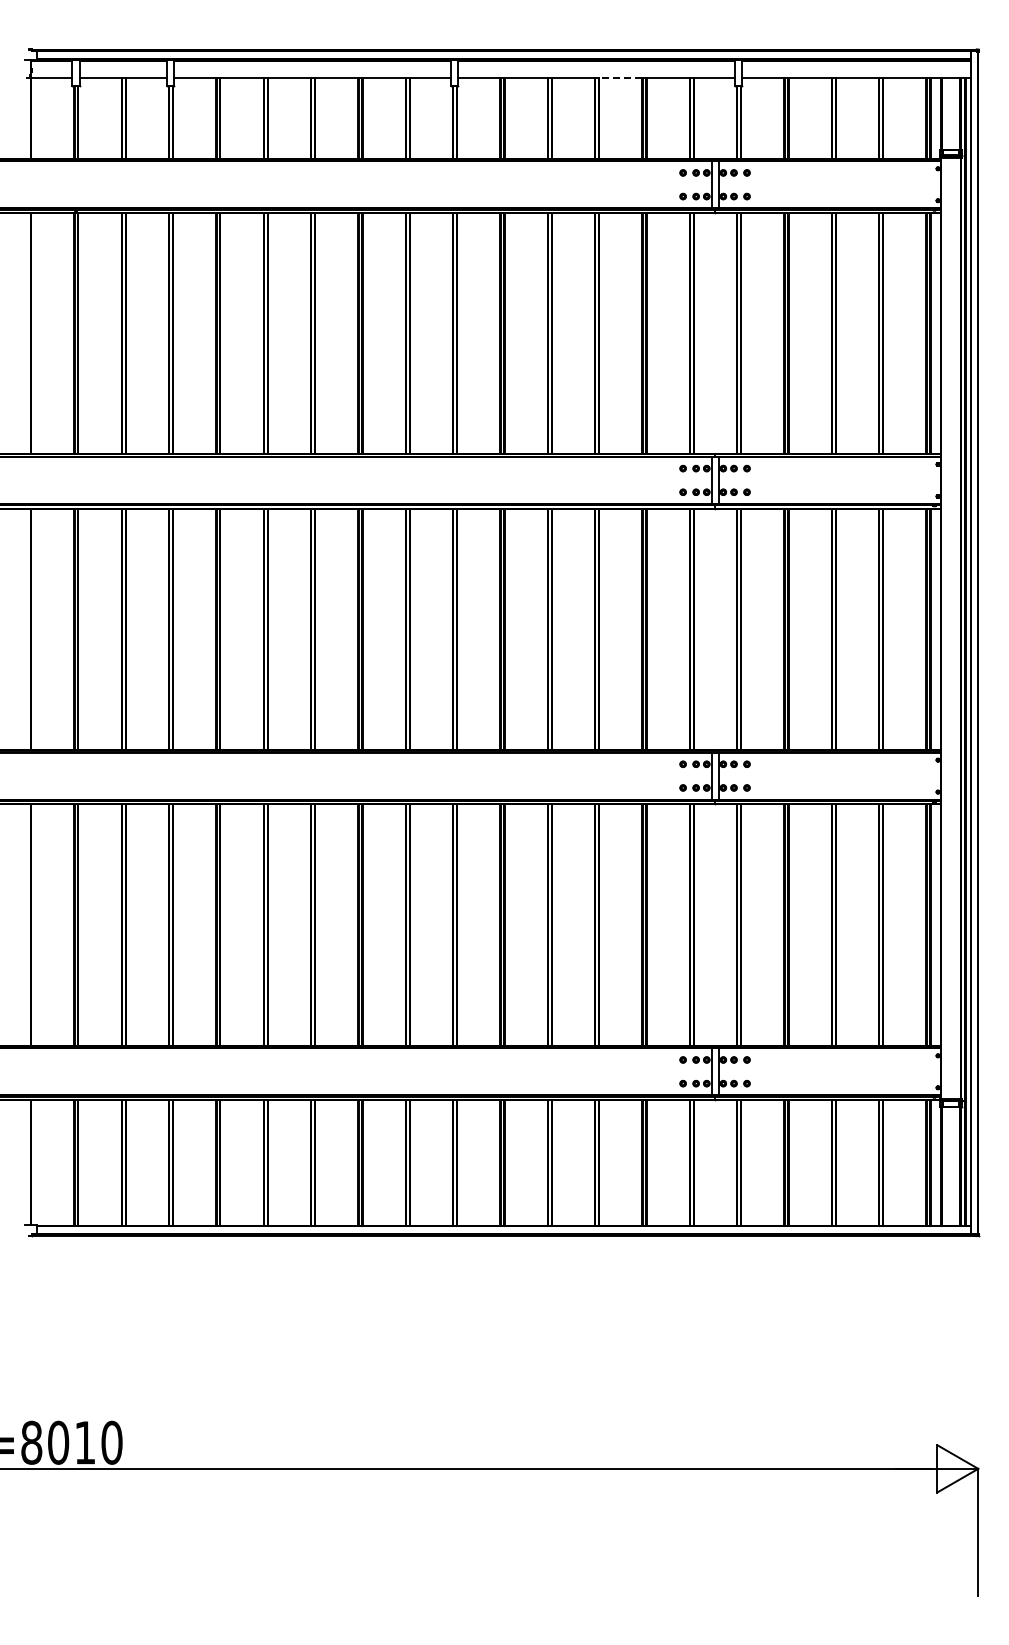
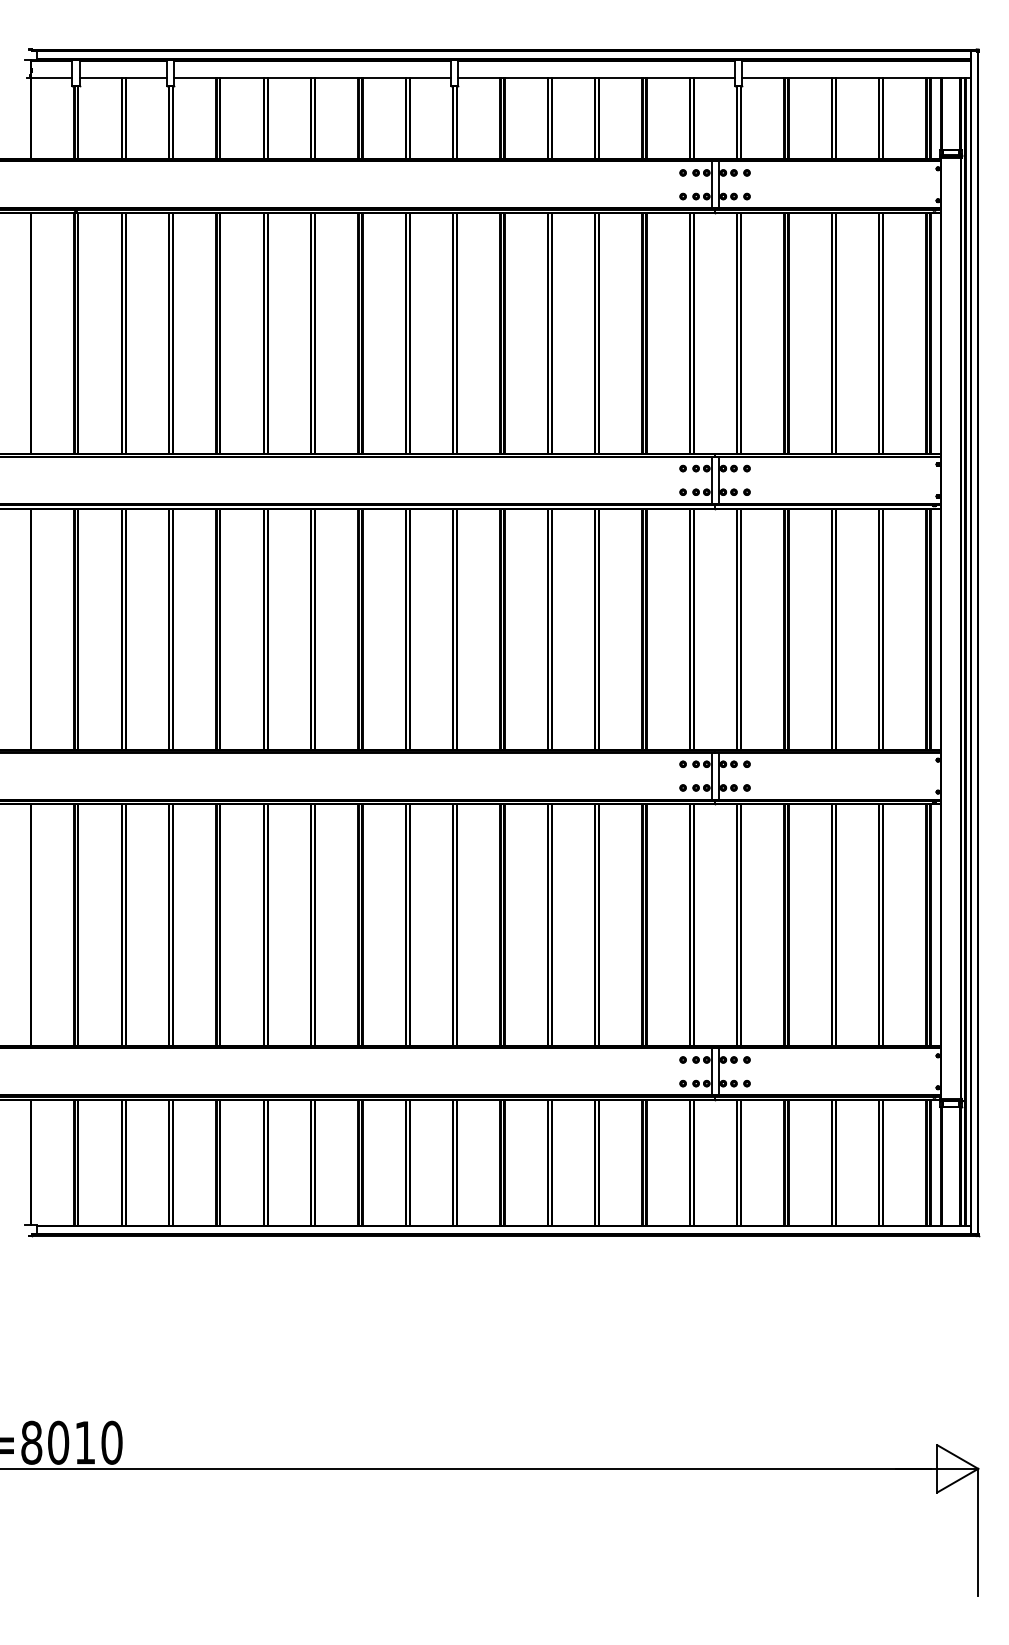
line at (620, 78): dashed -> solid
